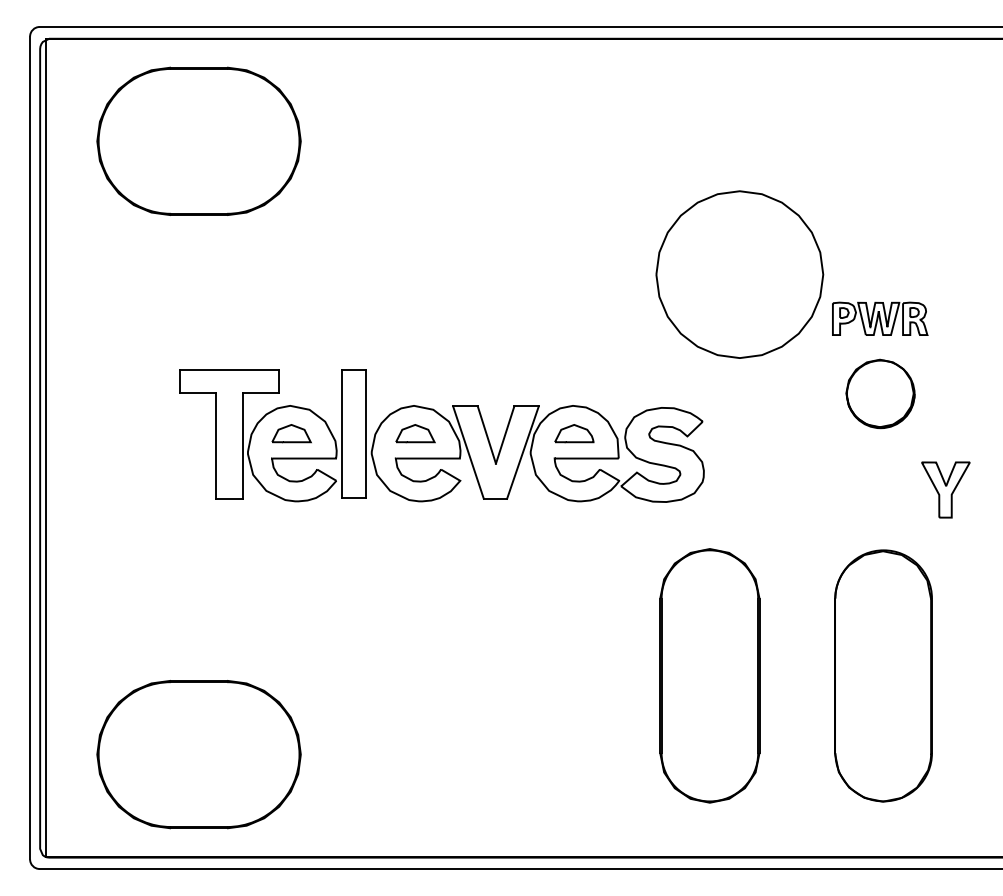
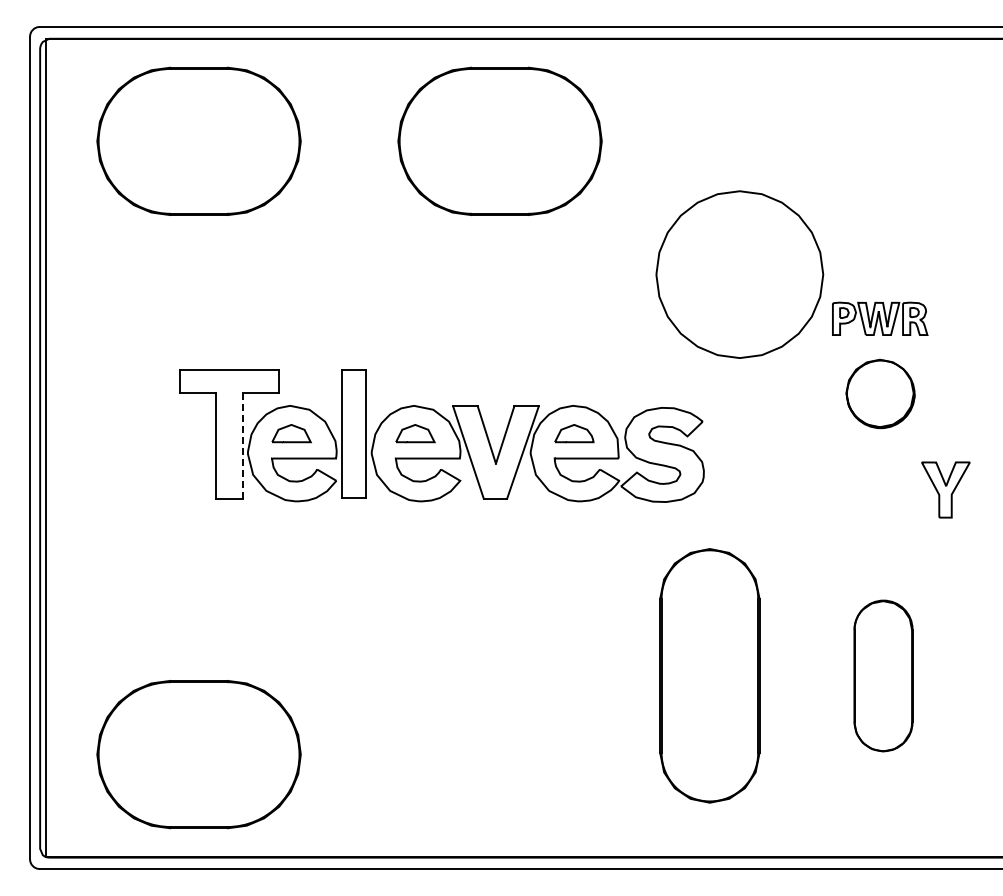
part at (499, 140): none -> present
line at (242, 445): solid -> dashed
part at (883, 675) size: 99x254 px -> 61x154 px
